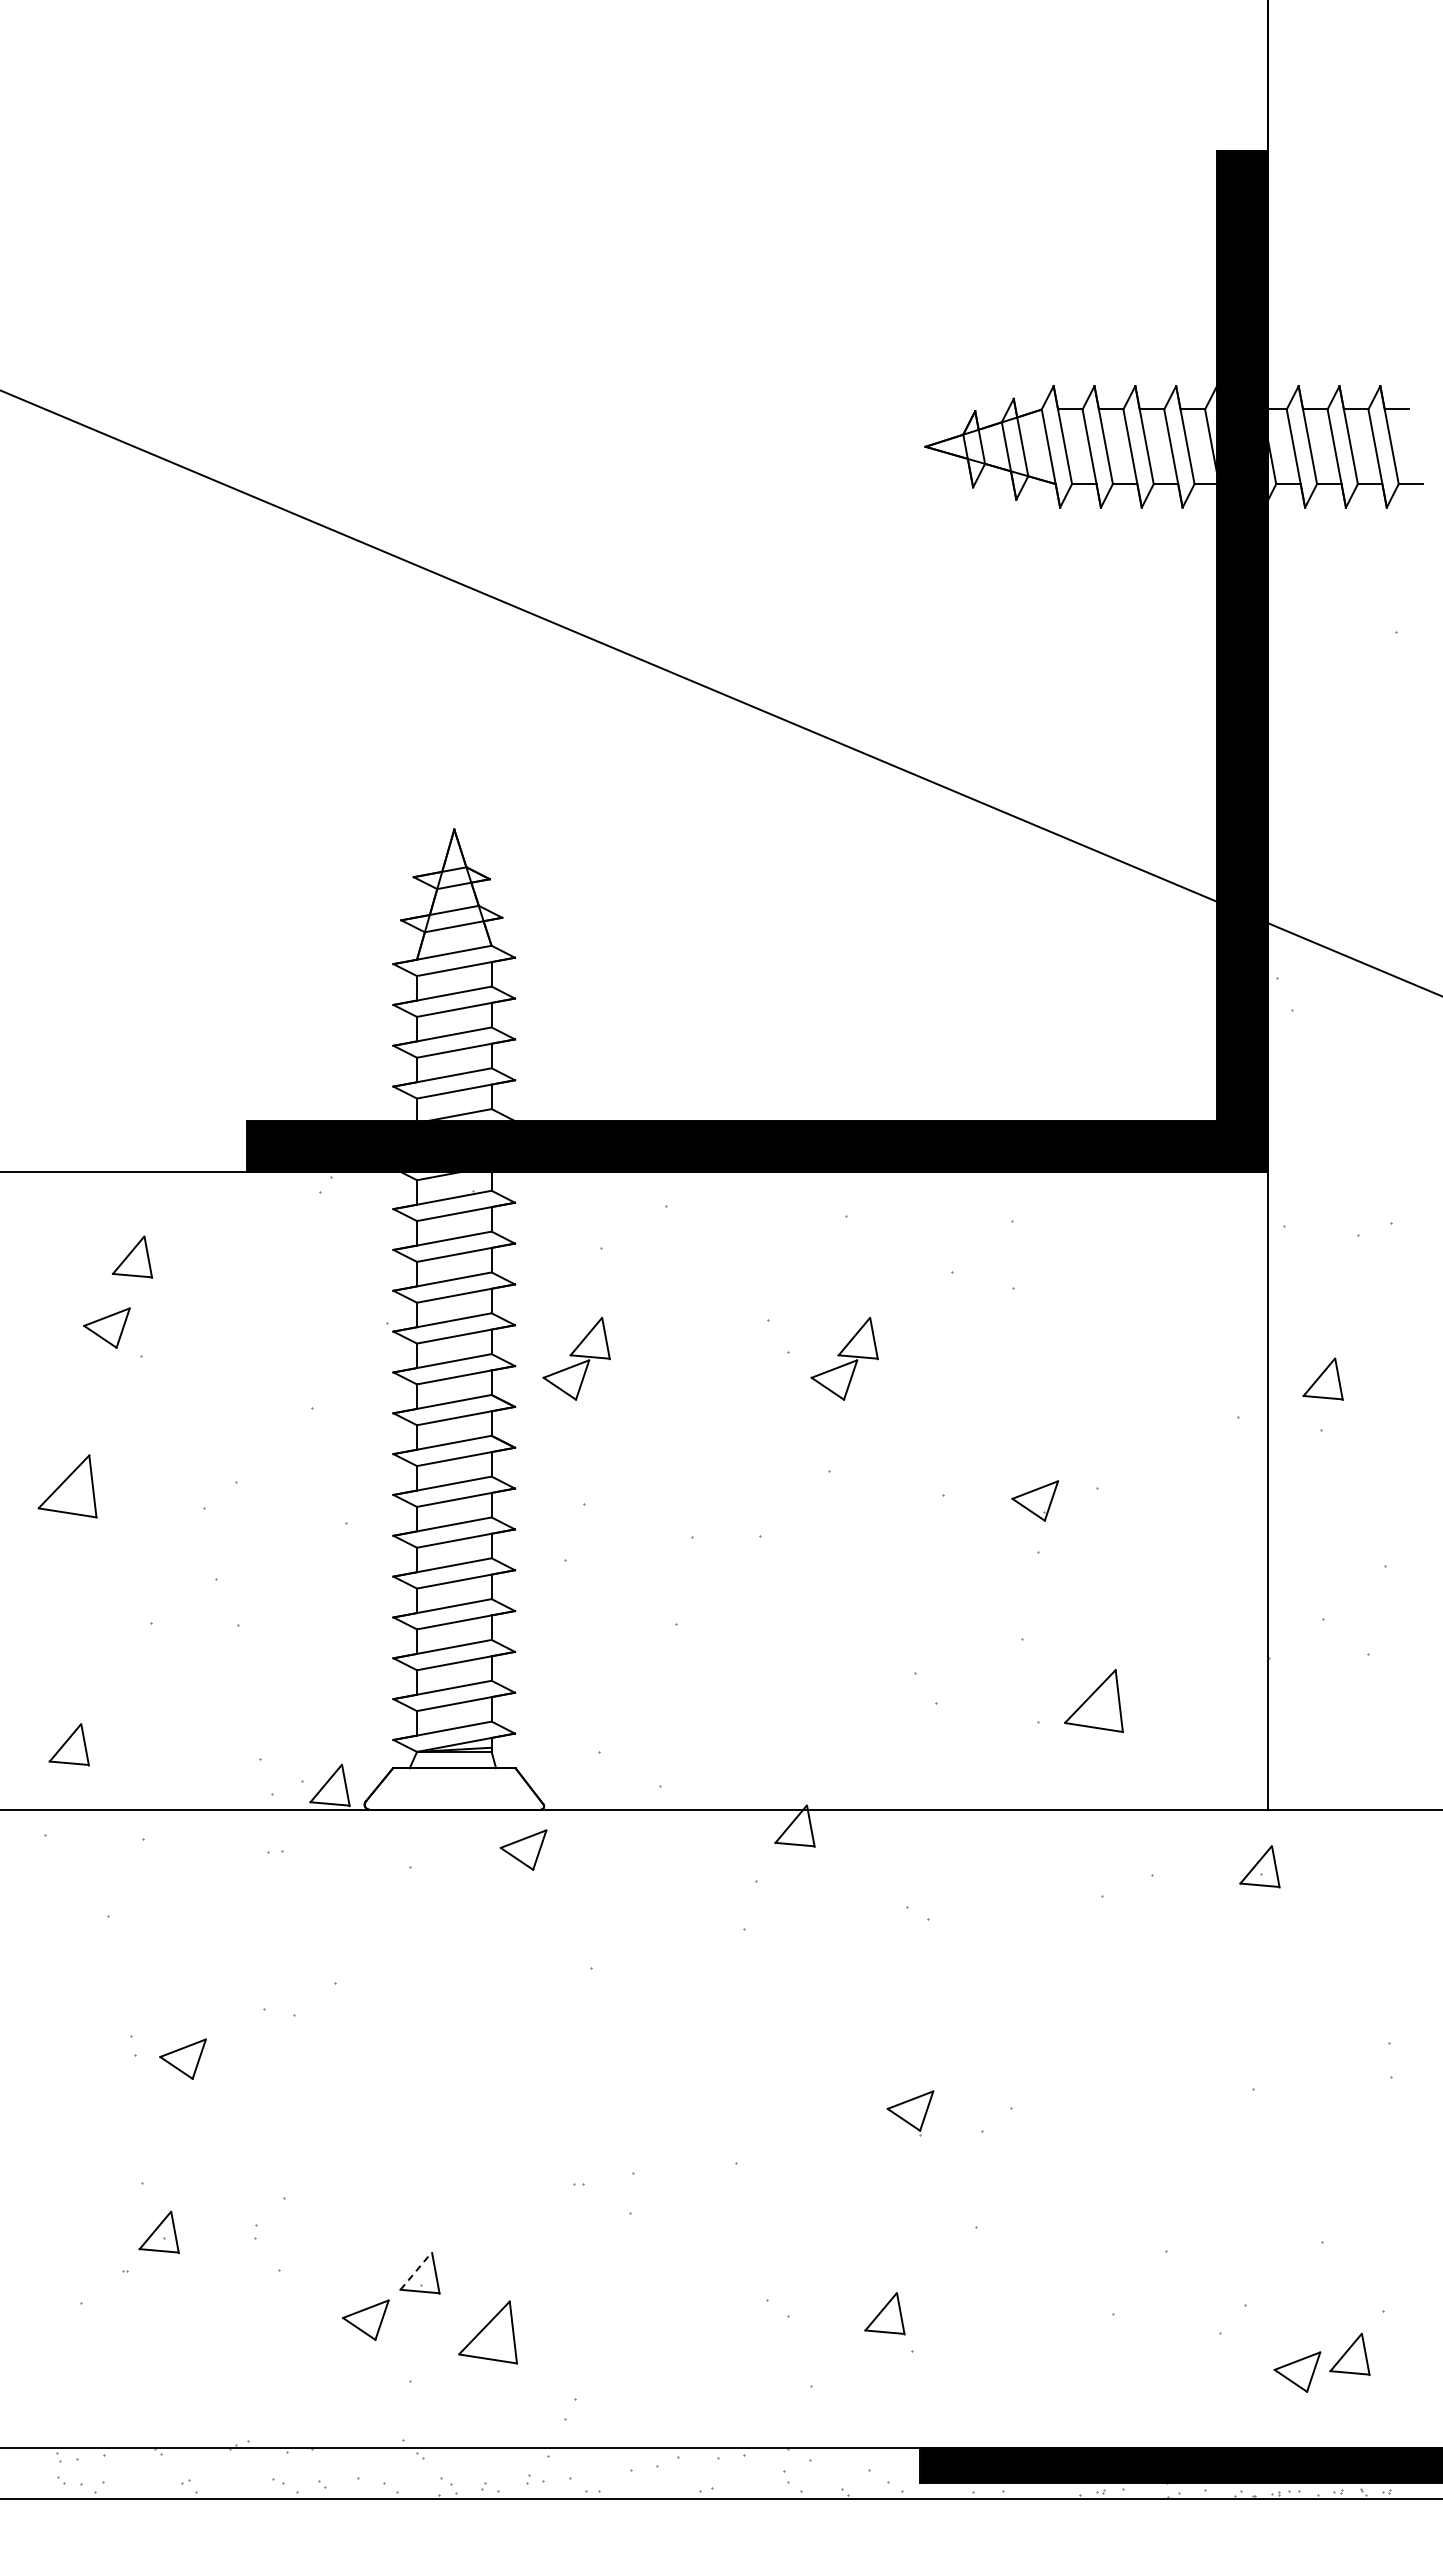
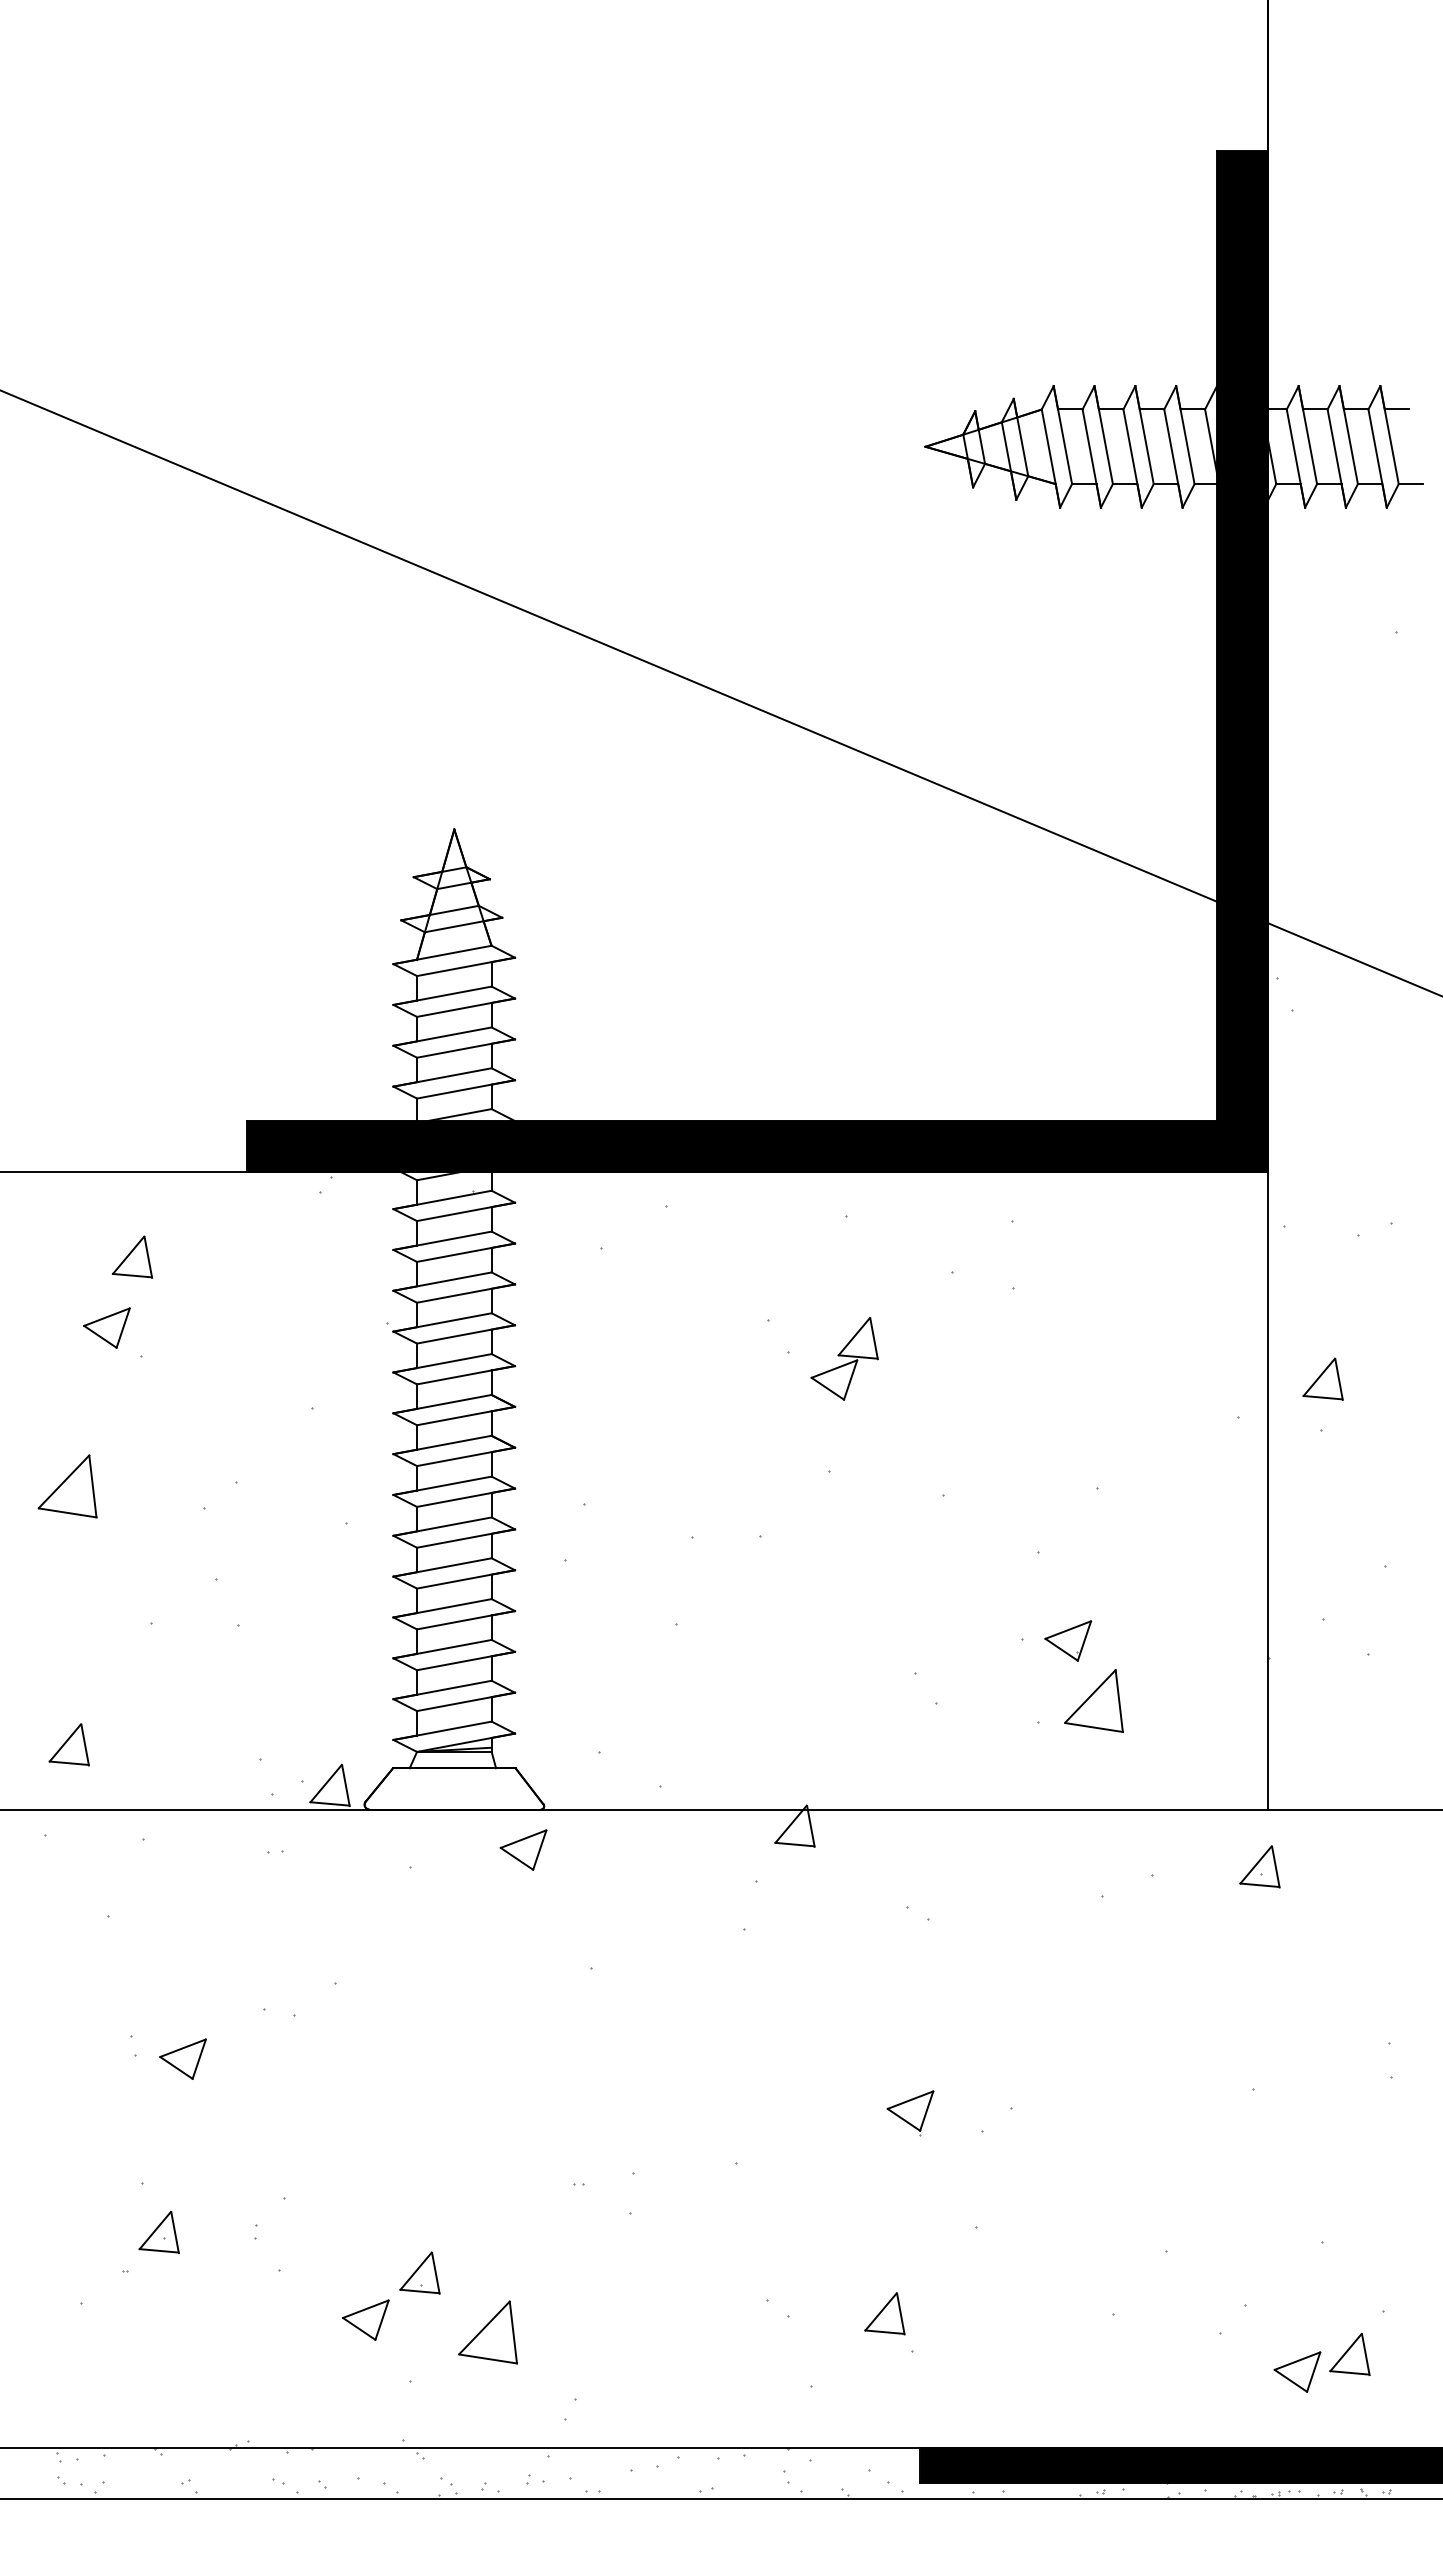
part at (576, 1358): present -> none
part at (1034, 1500) position: (1034, 1500) -> (1067, 1640)
line at (416, 2270): dashed -> solid
